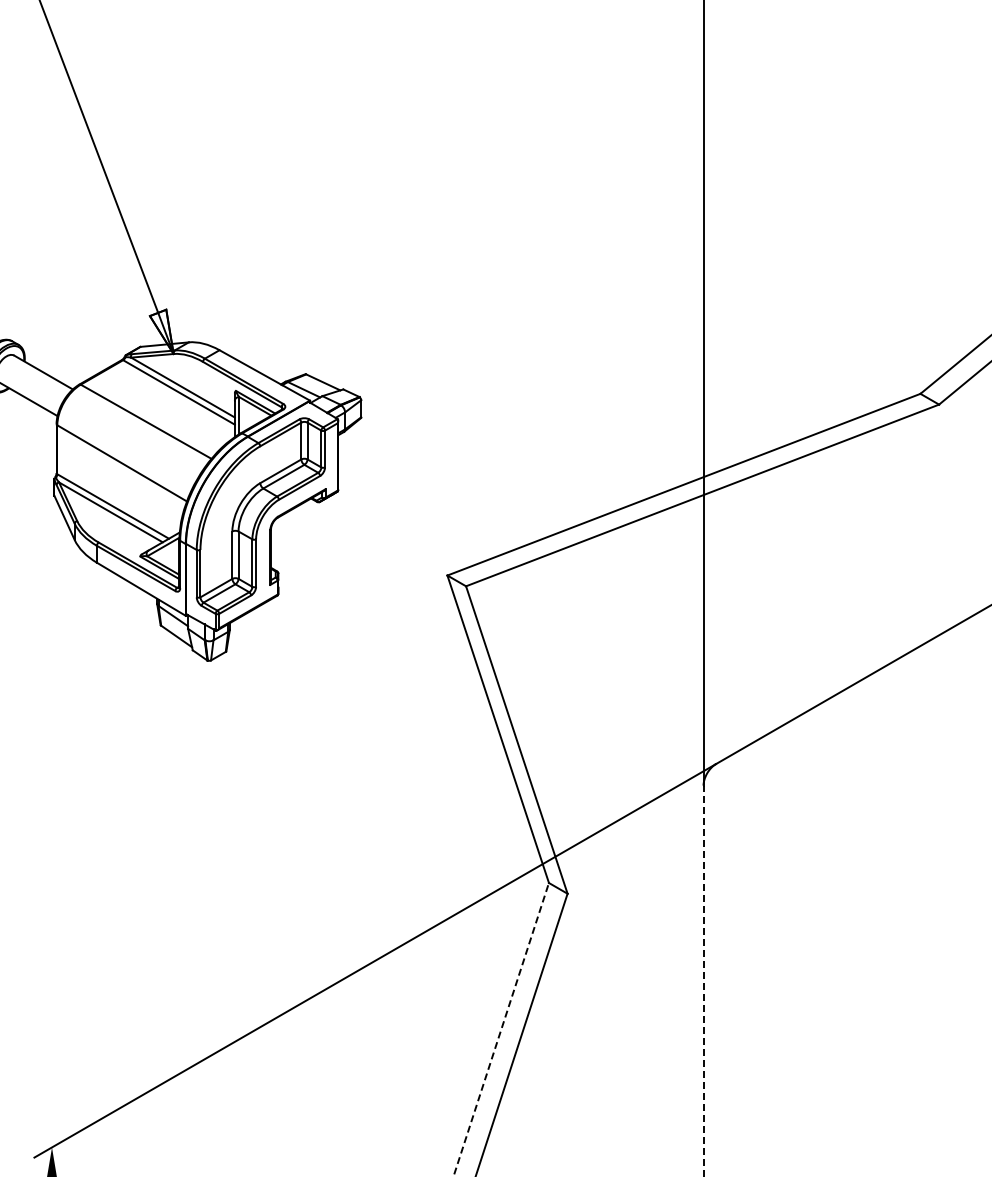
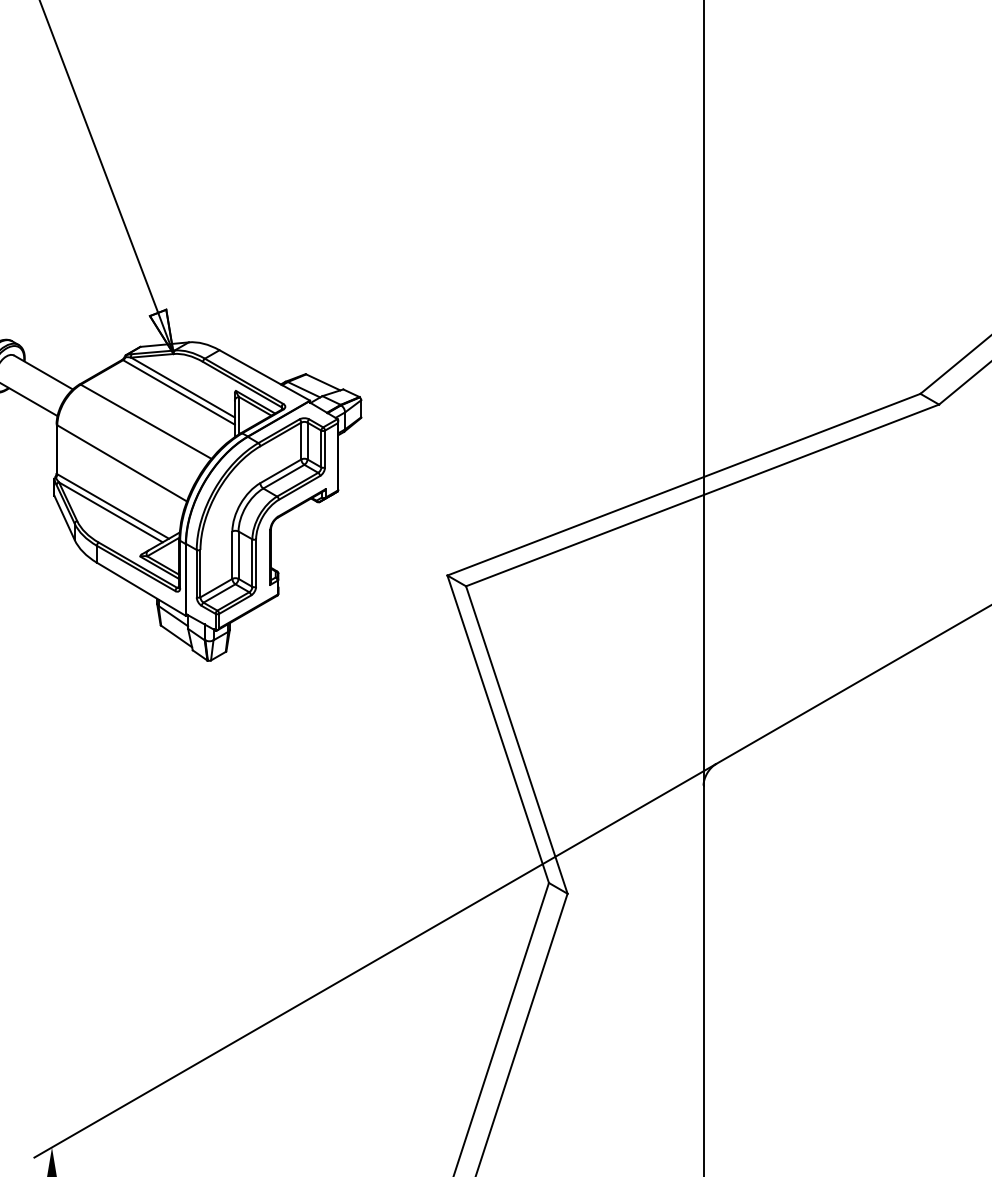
line at (703, 980): dashed -> solid
line at (501, 1029): dashed -> solid
